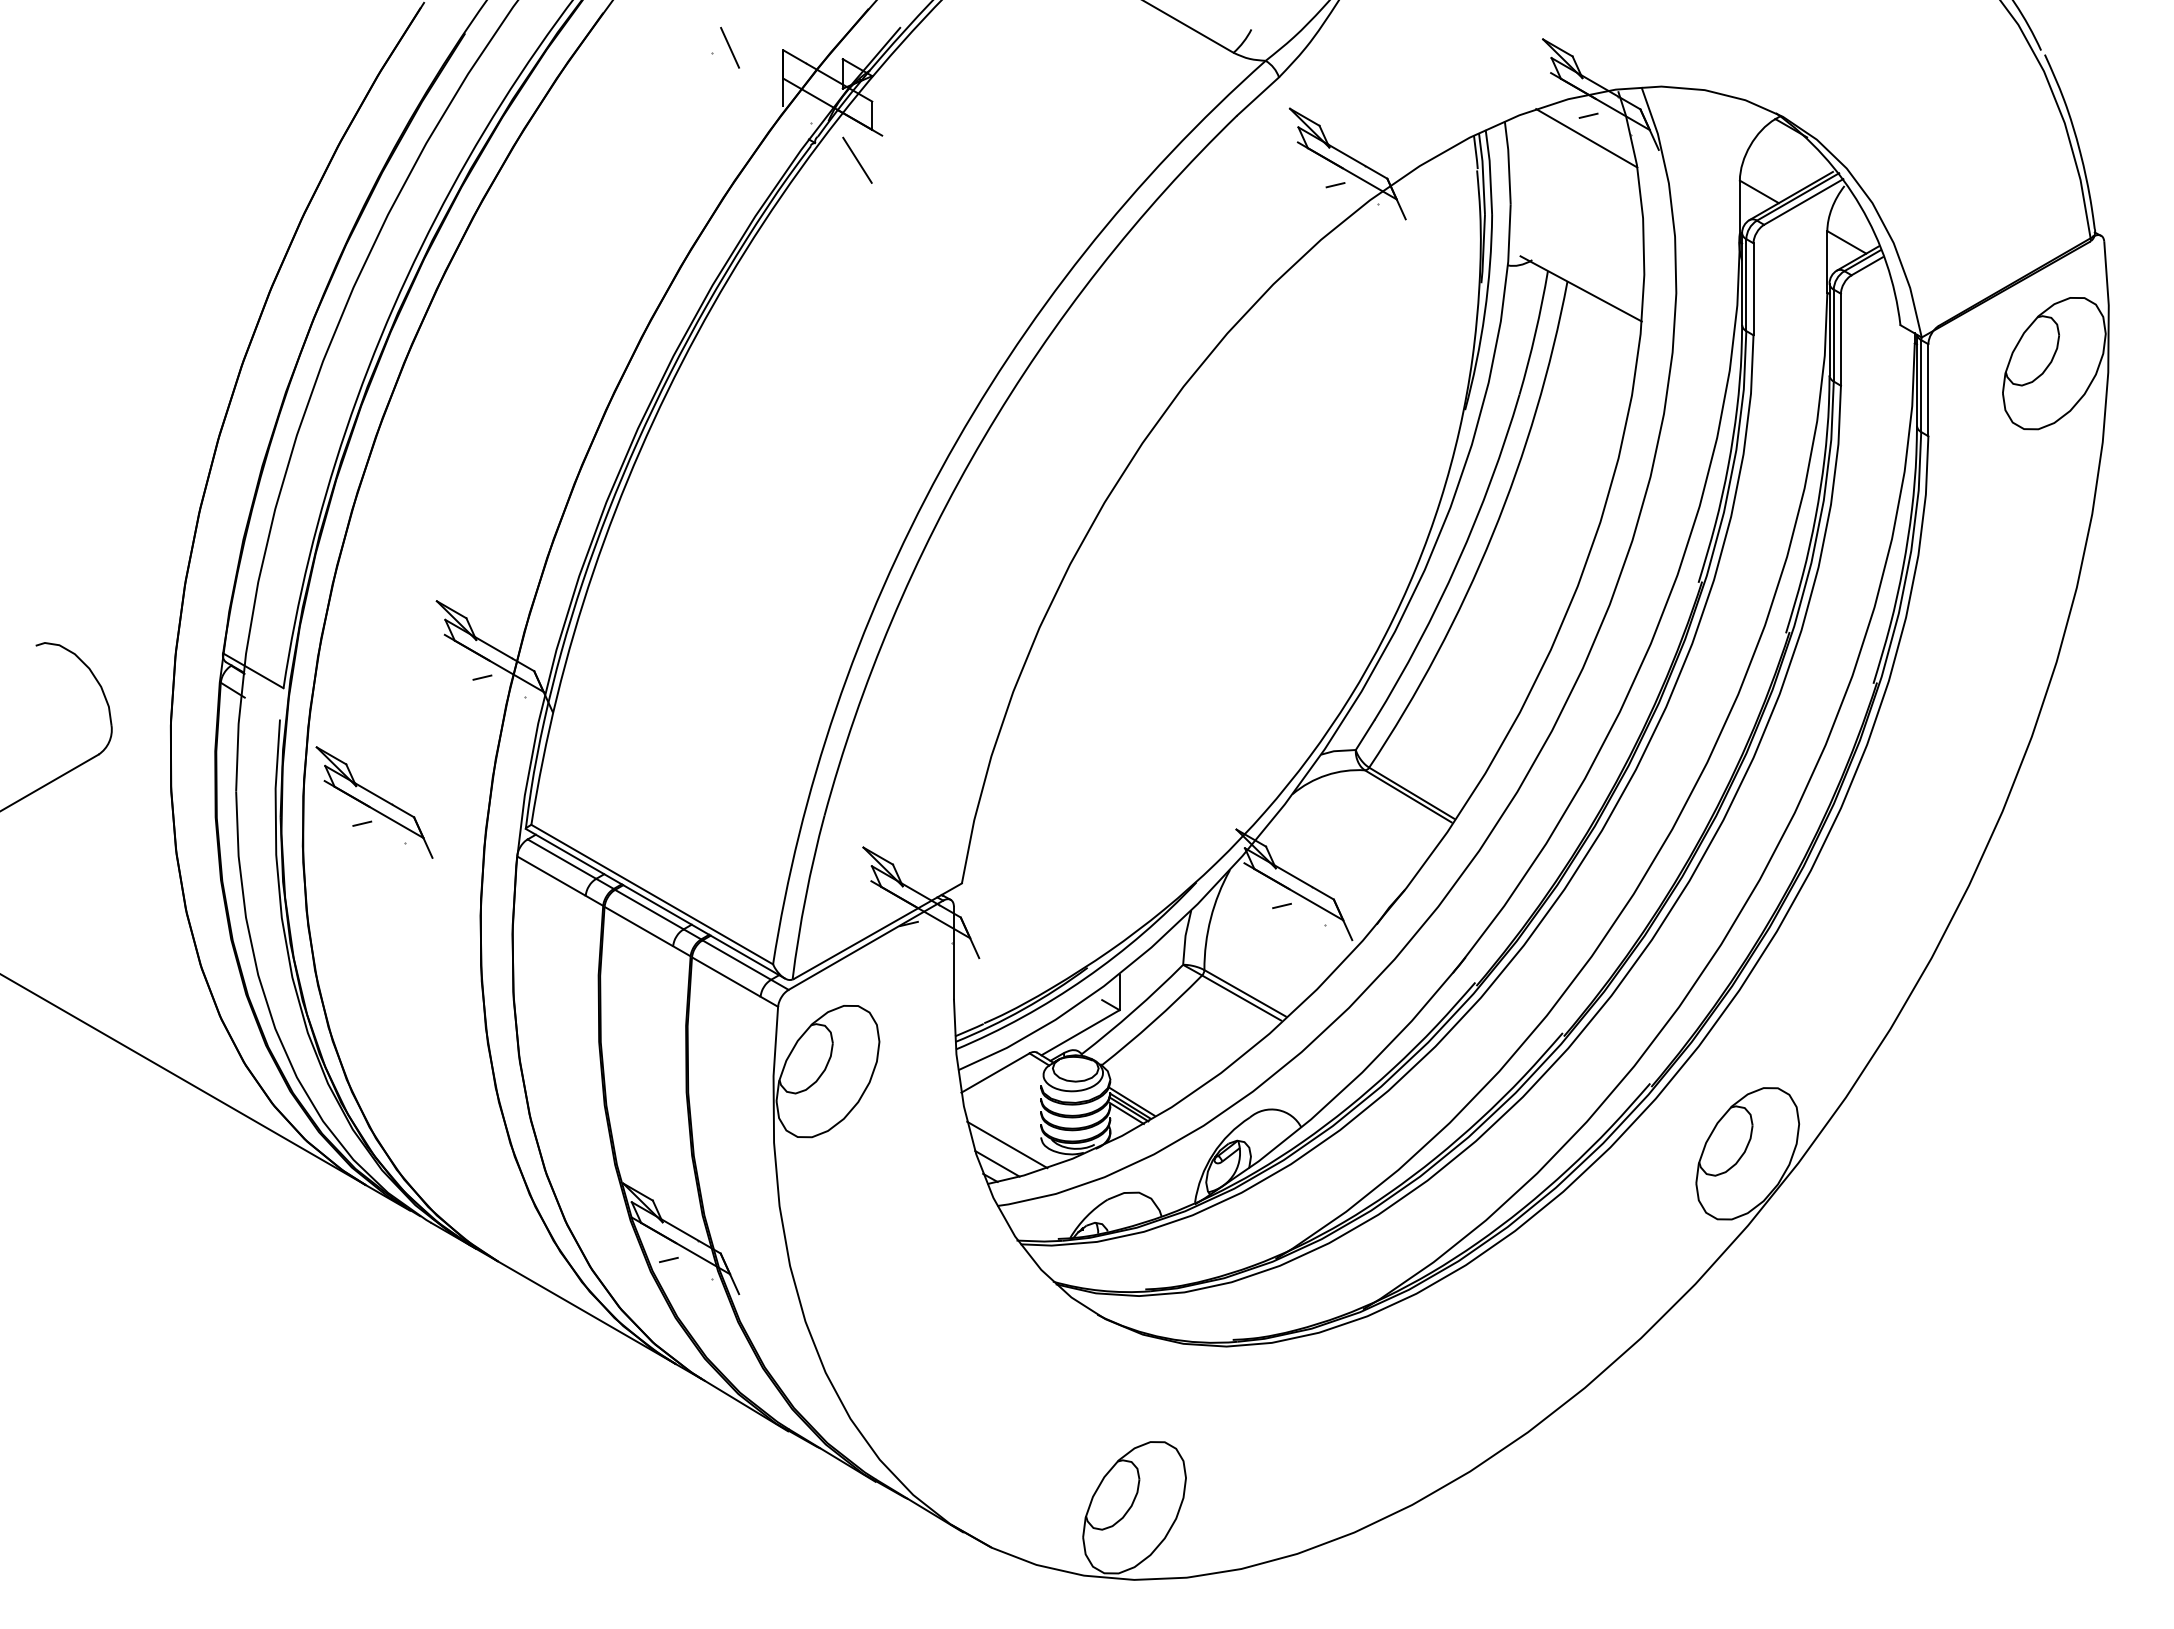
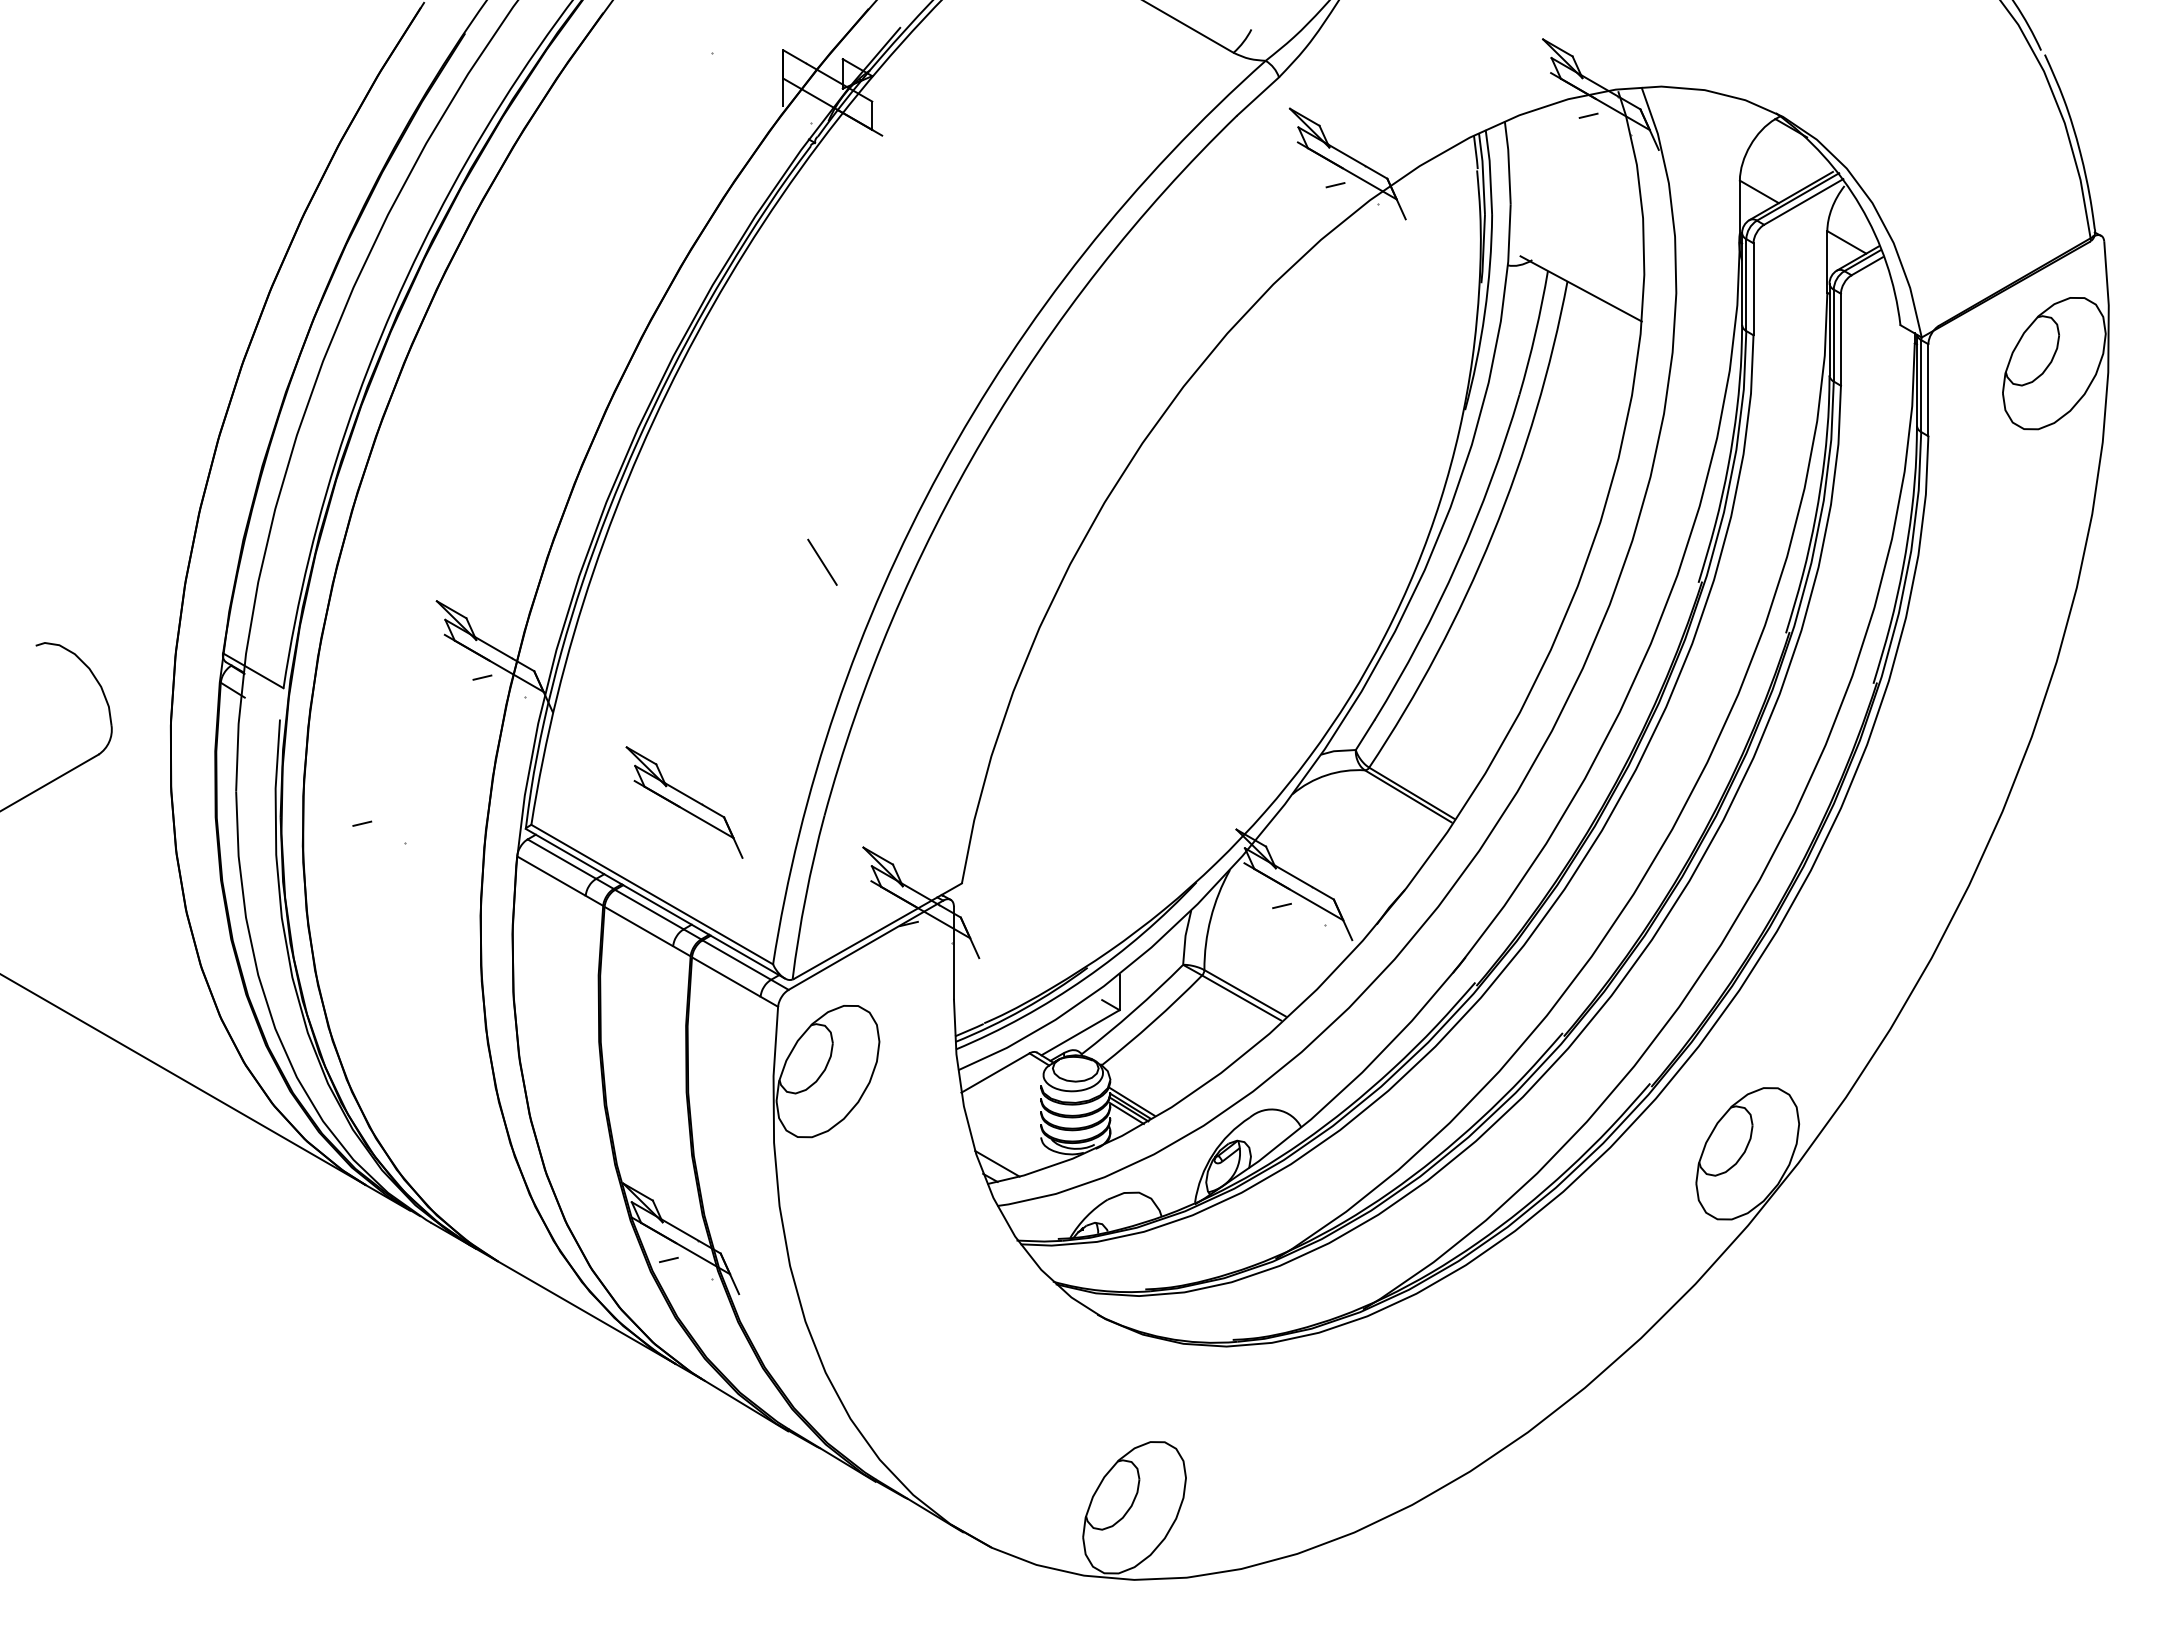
line at (729, 47): present -> none
line at (1586, 138): present -> none
line at (857, 159) position: (857, 159) -> (822, 561)
part at (374, 802) position: (374, 802) -> (684, 802)
line at (1007, 1144): present -> none
